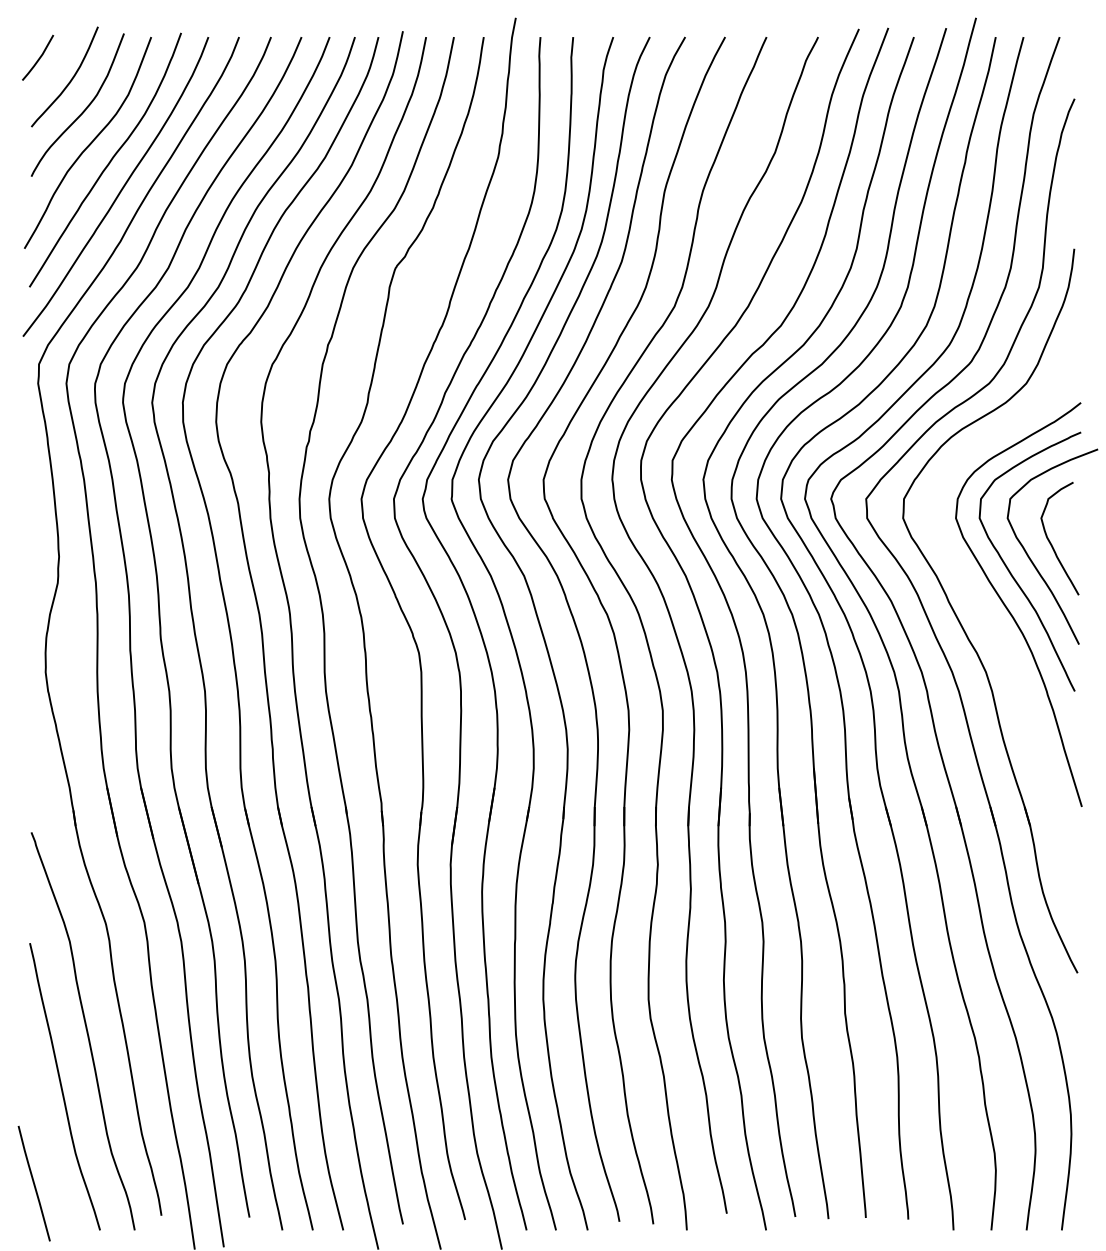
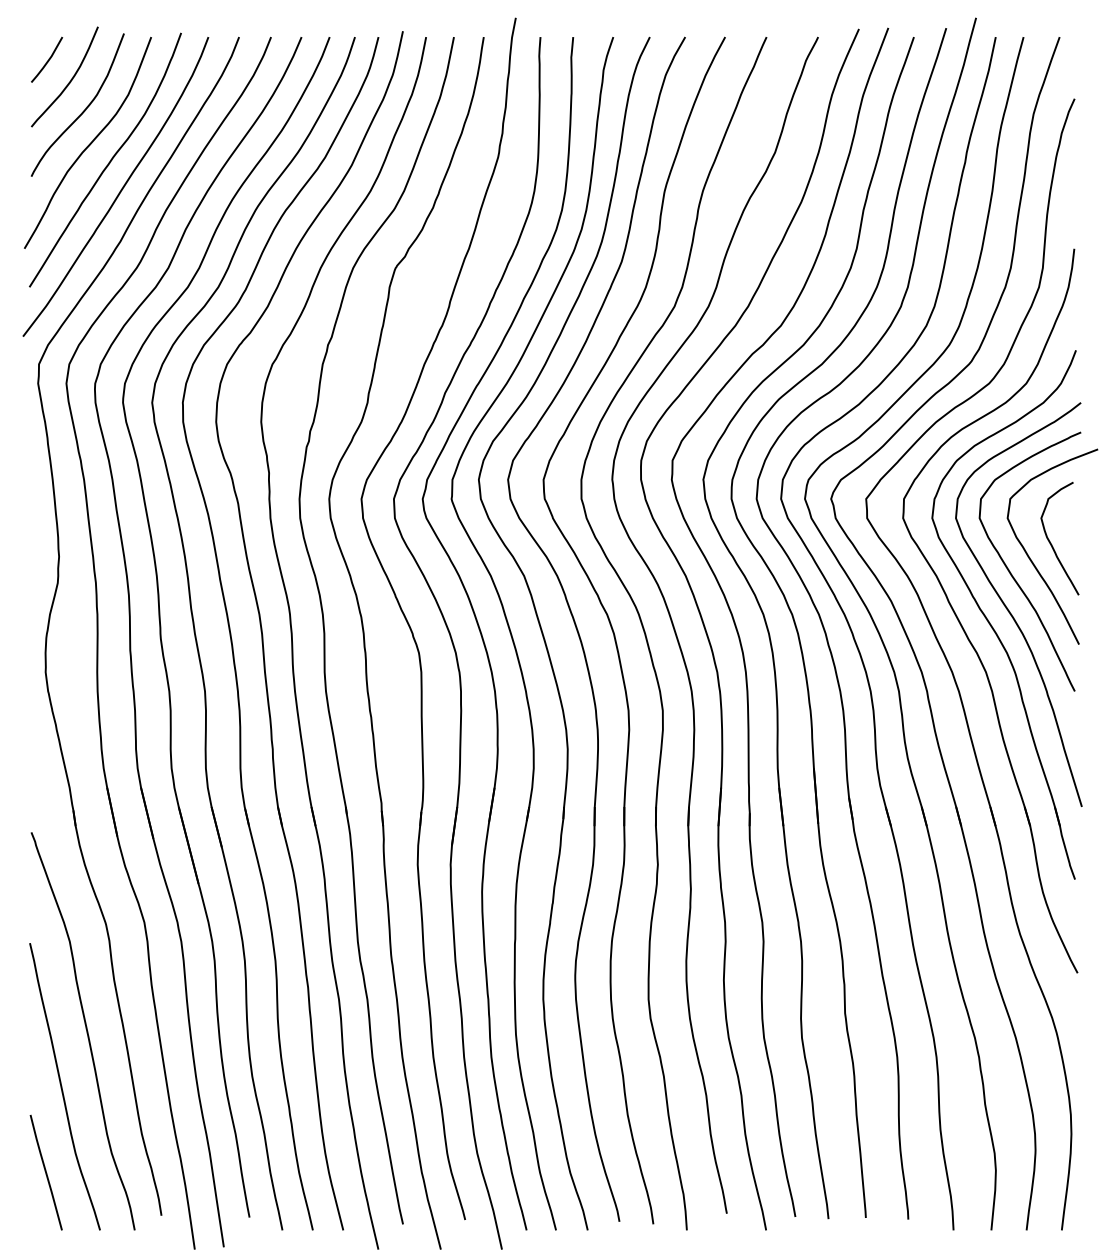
curve at (39, 57) position: (39, 57) -> (48, 59)
part at (990, 622): none -> present
line at (33, 1183) position: (33, 1183) -> (45, 1172)
